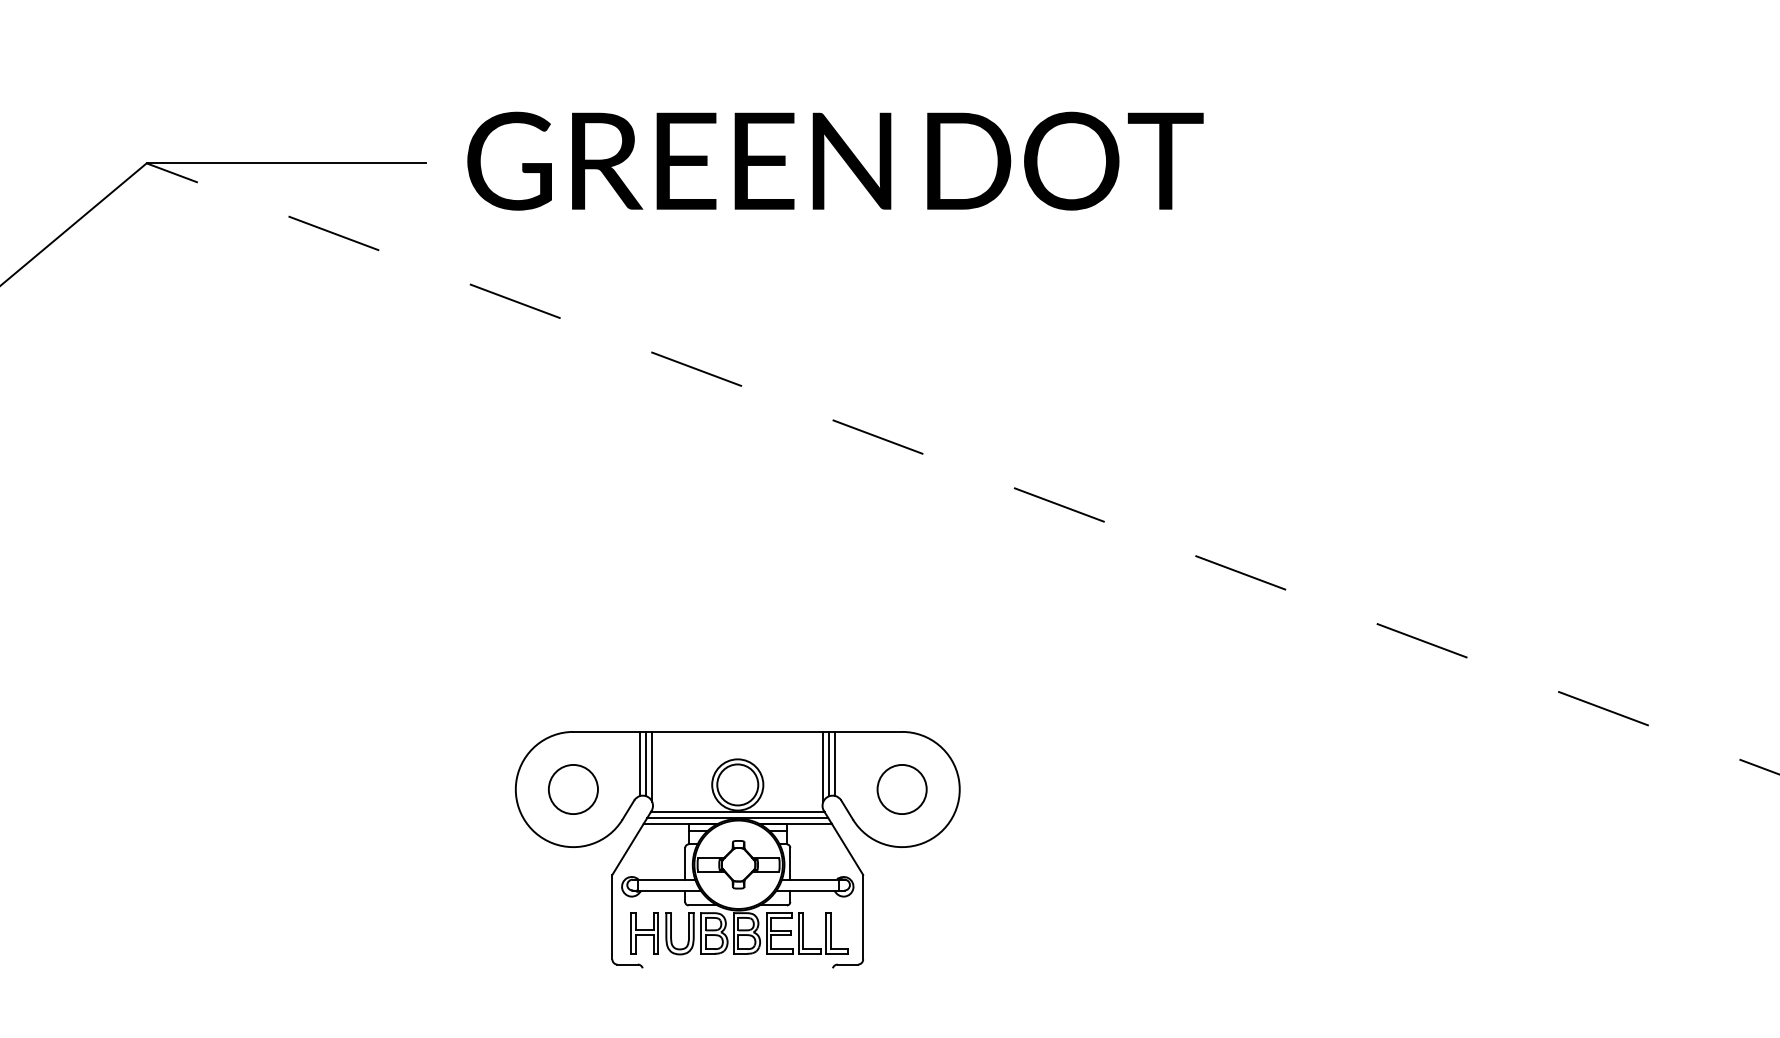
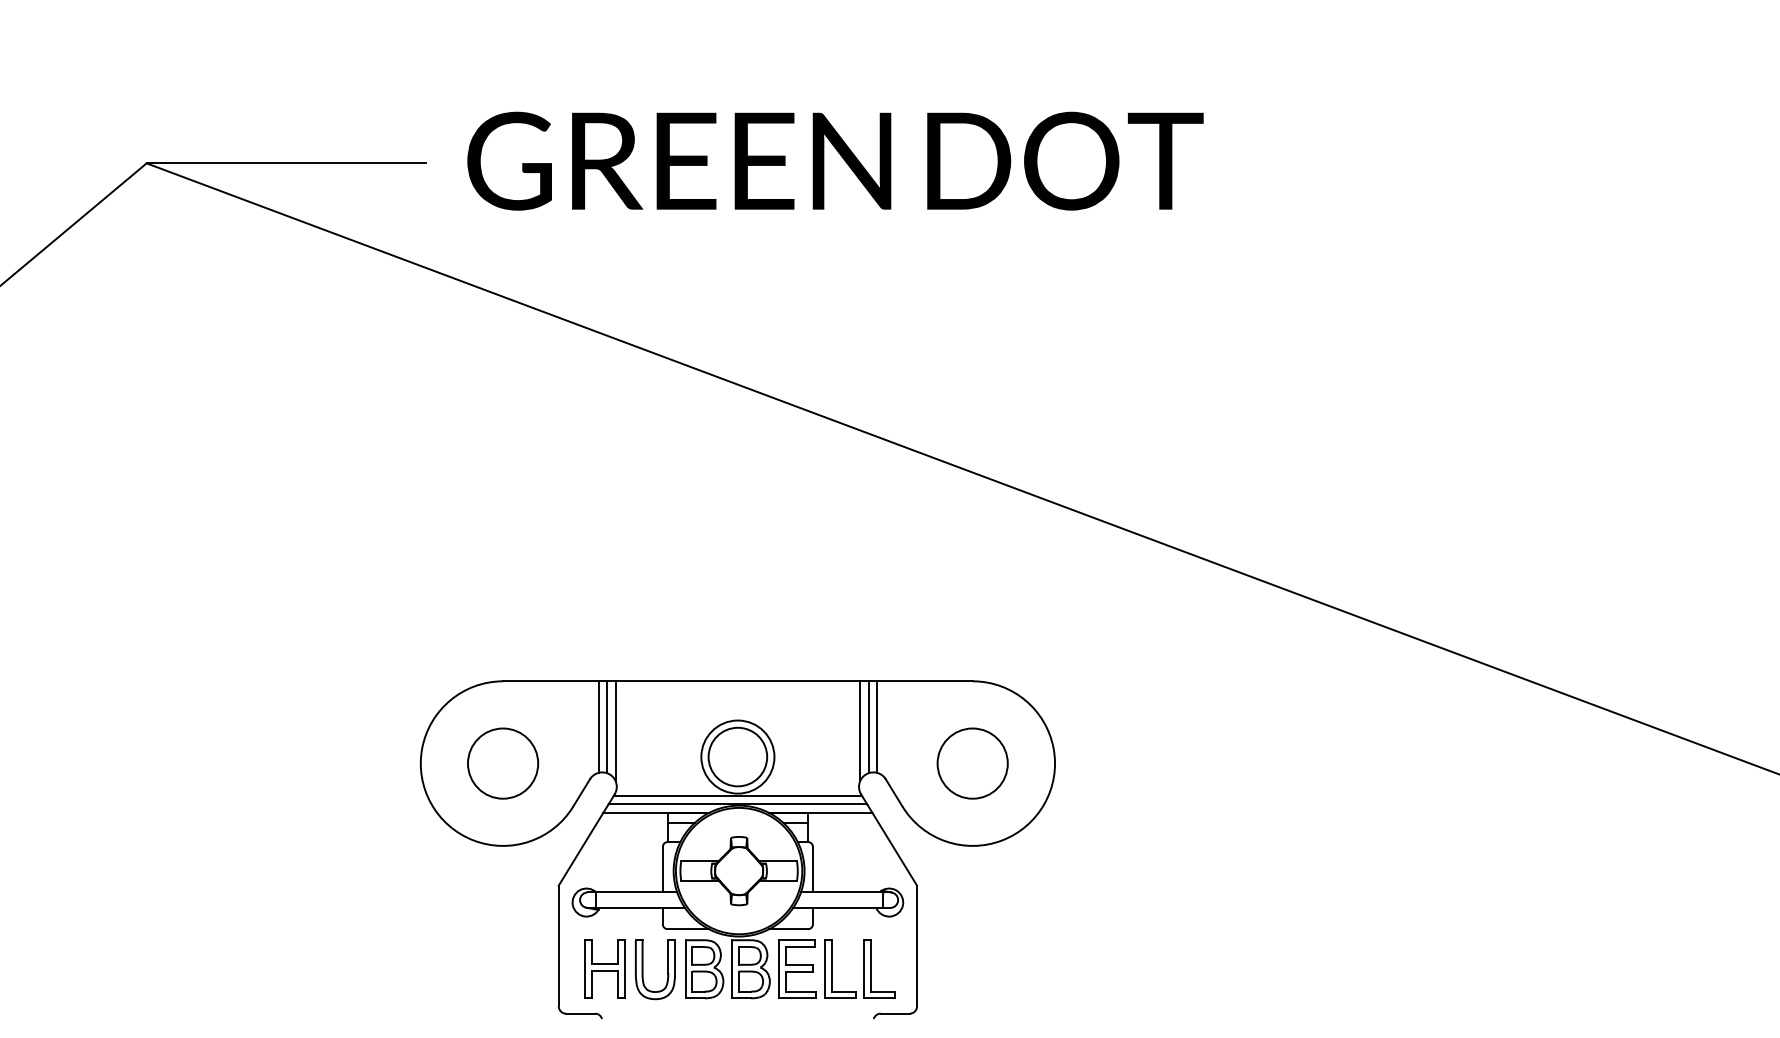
line at (963, 468): dashed -> solid
part at (737, 849) size: 447x238 px -> 637x340 px
